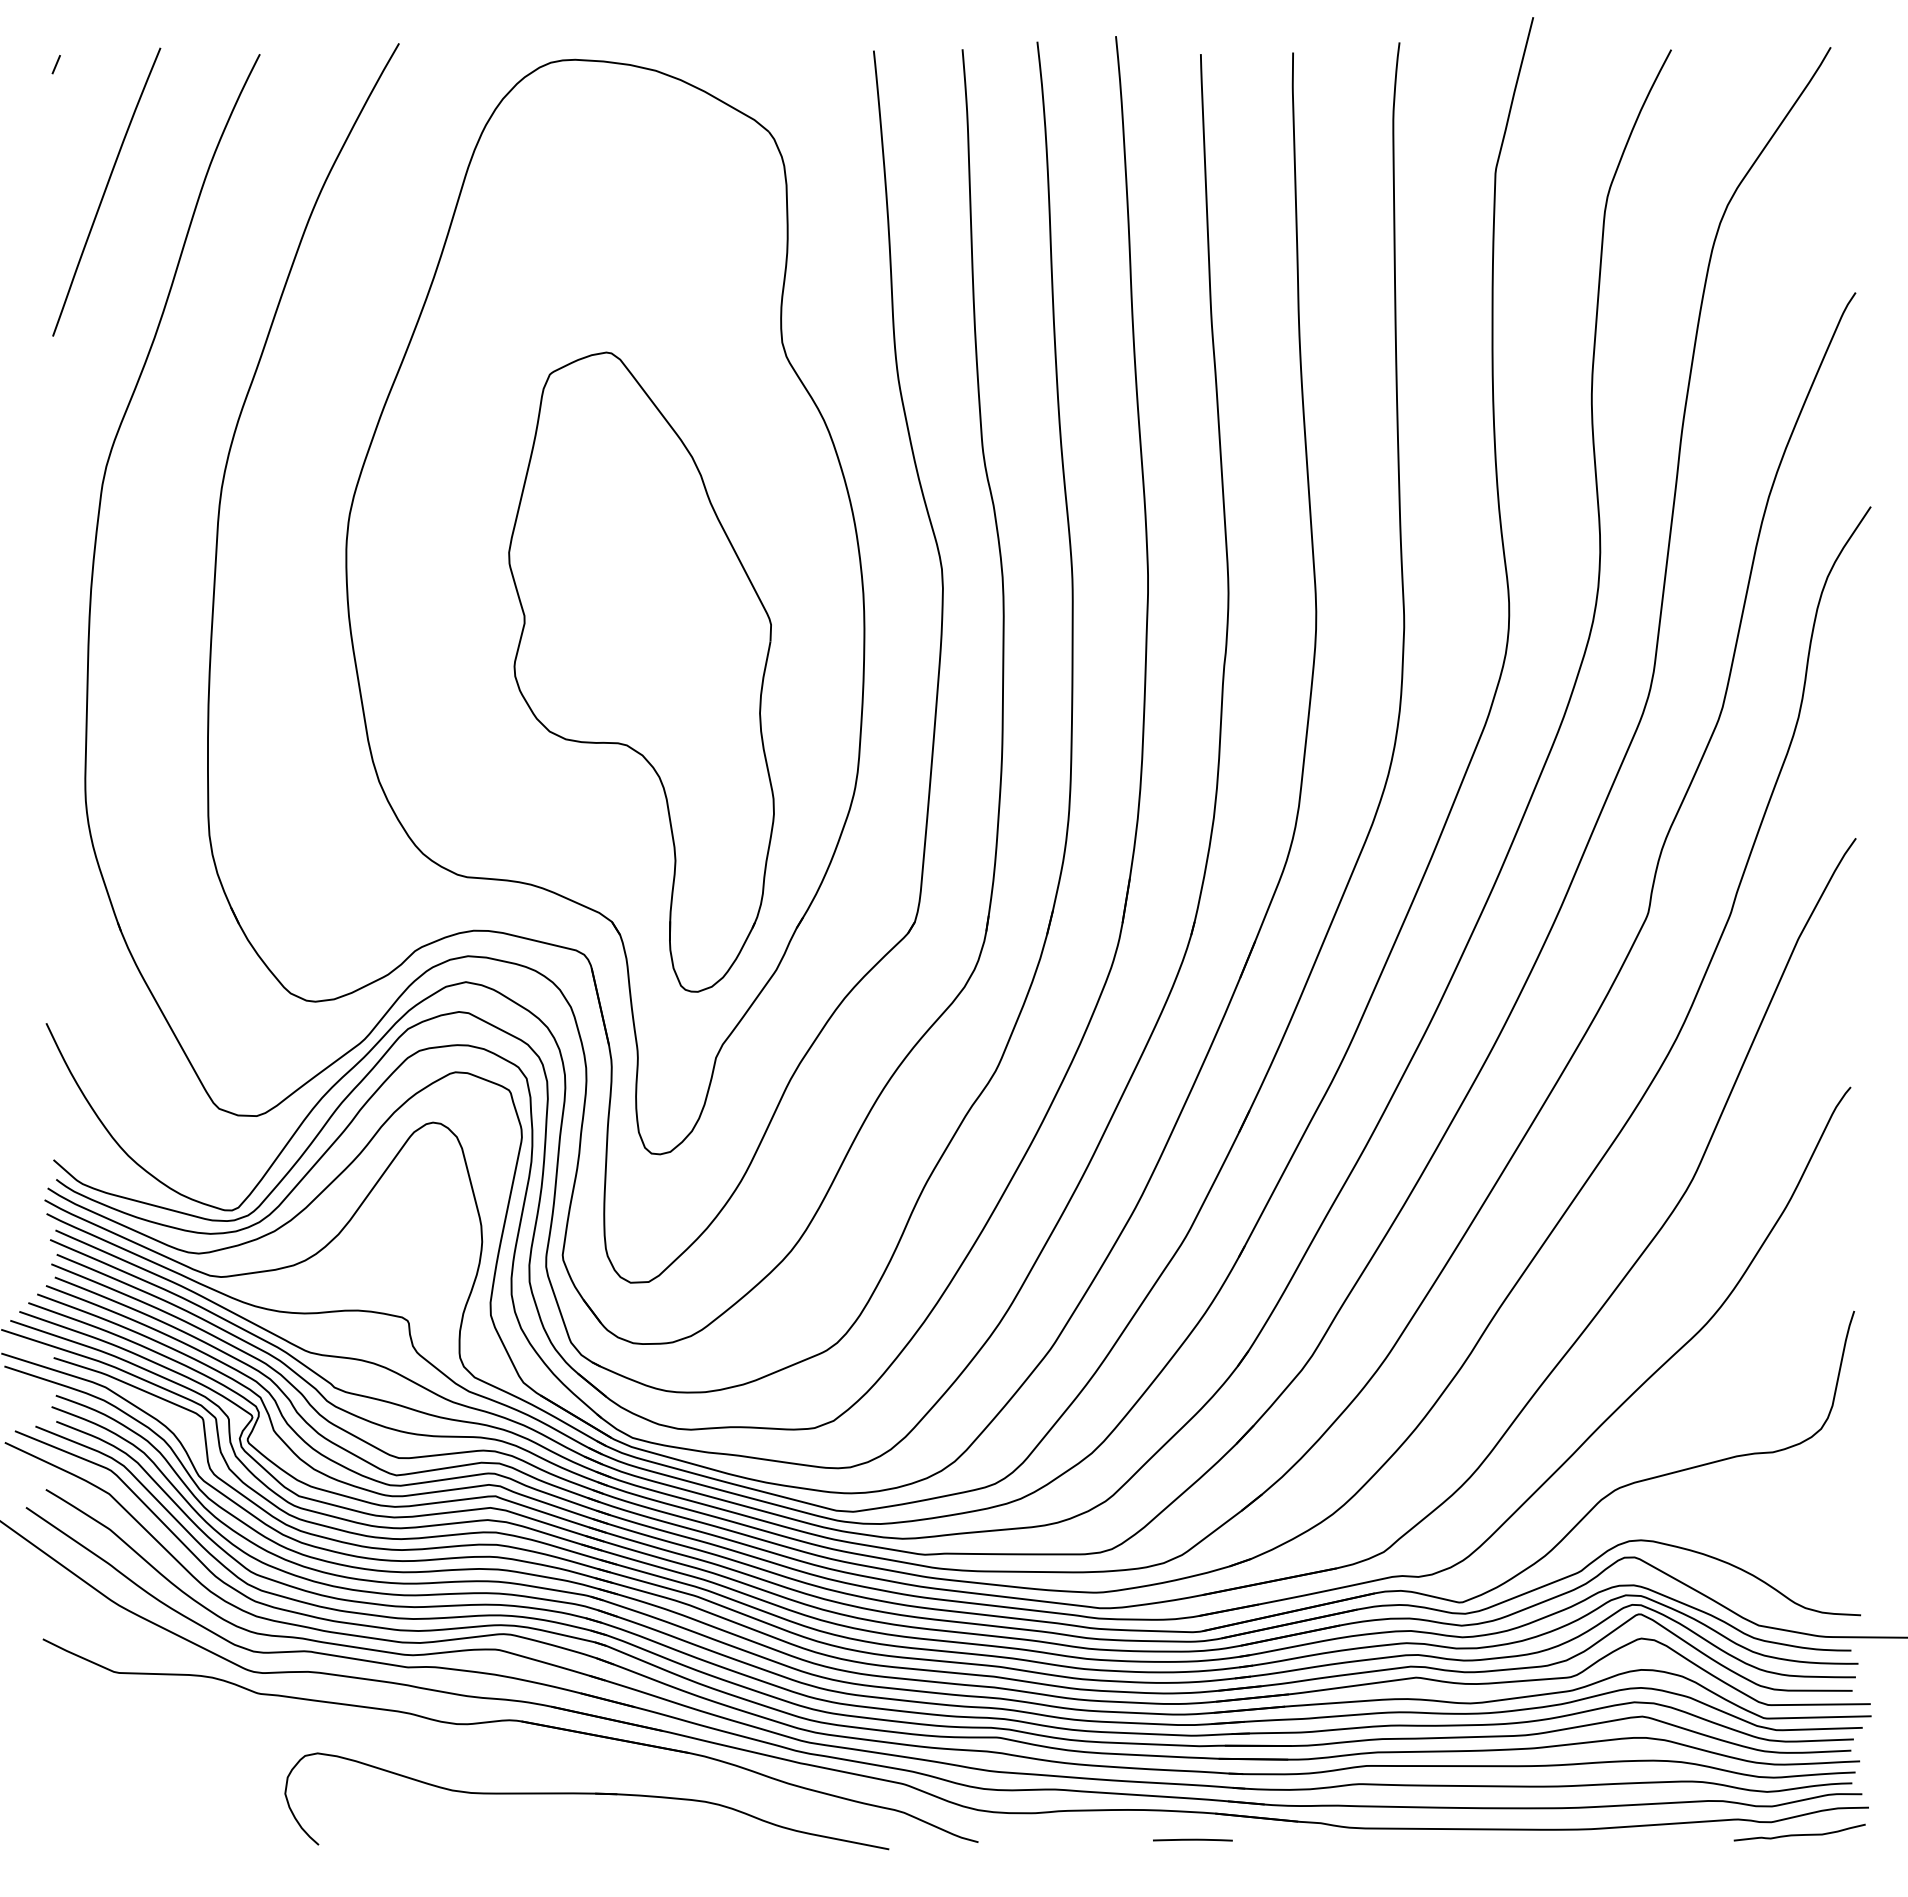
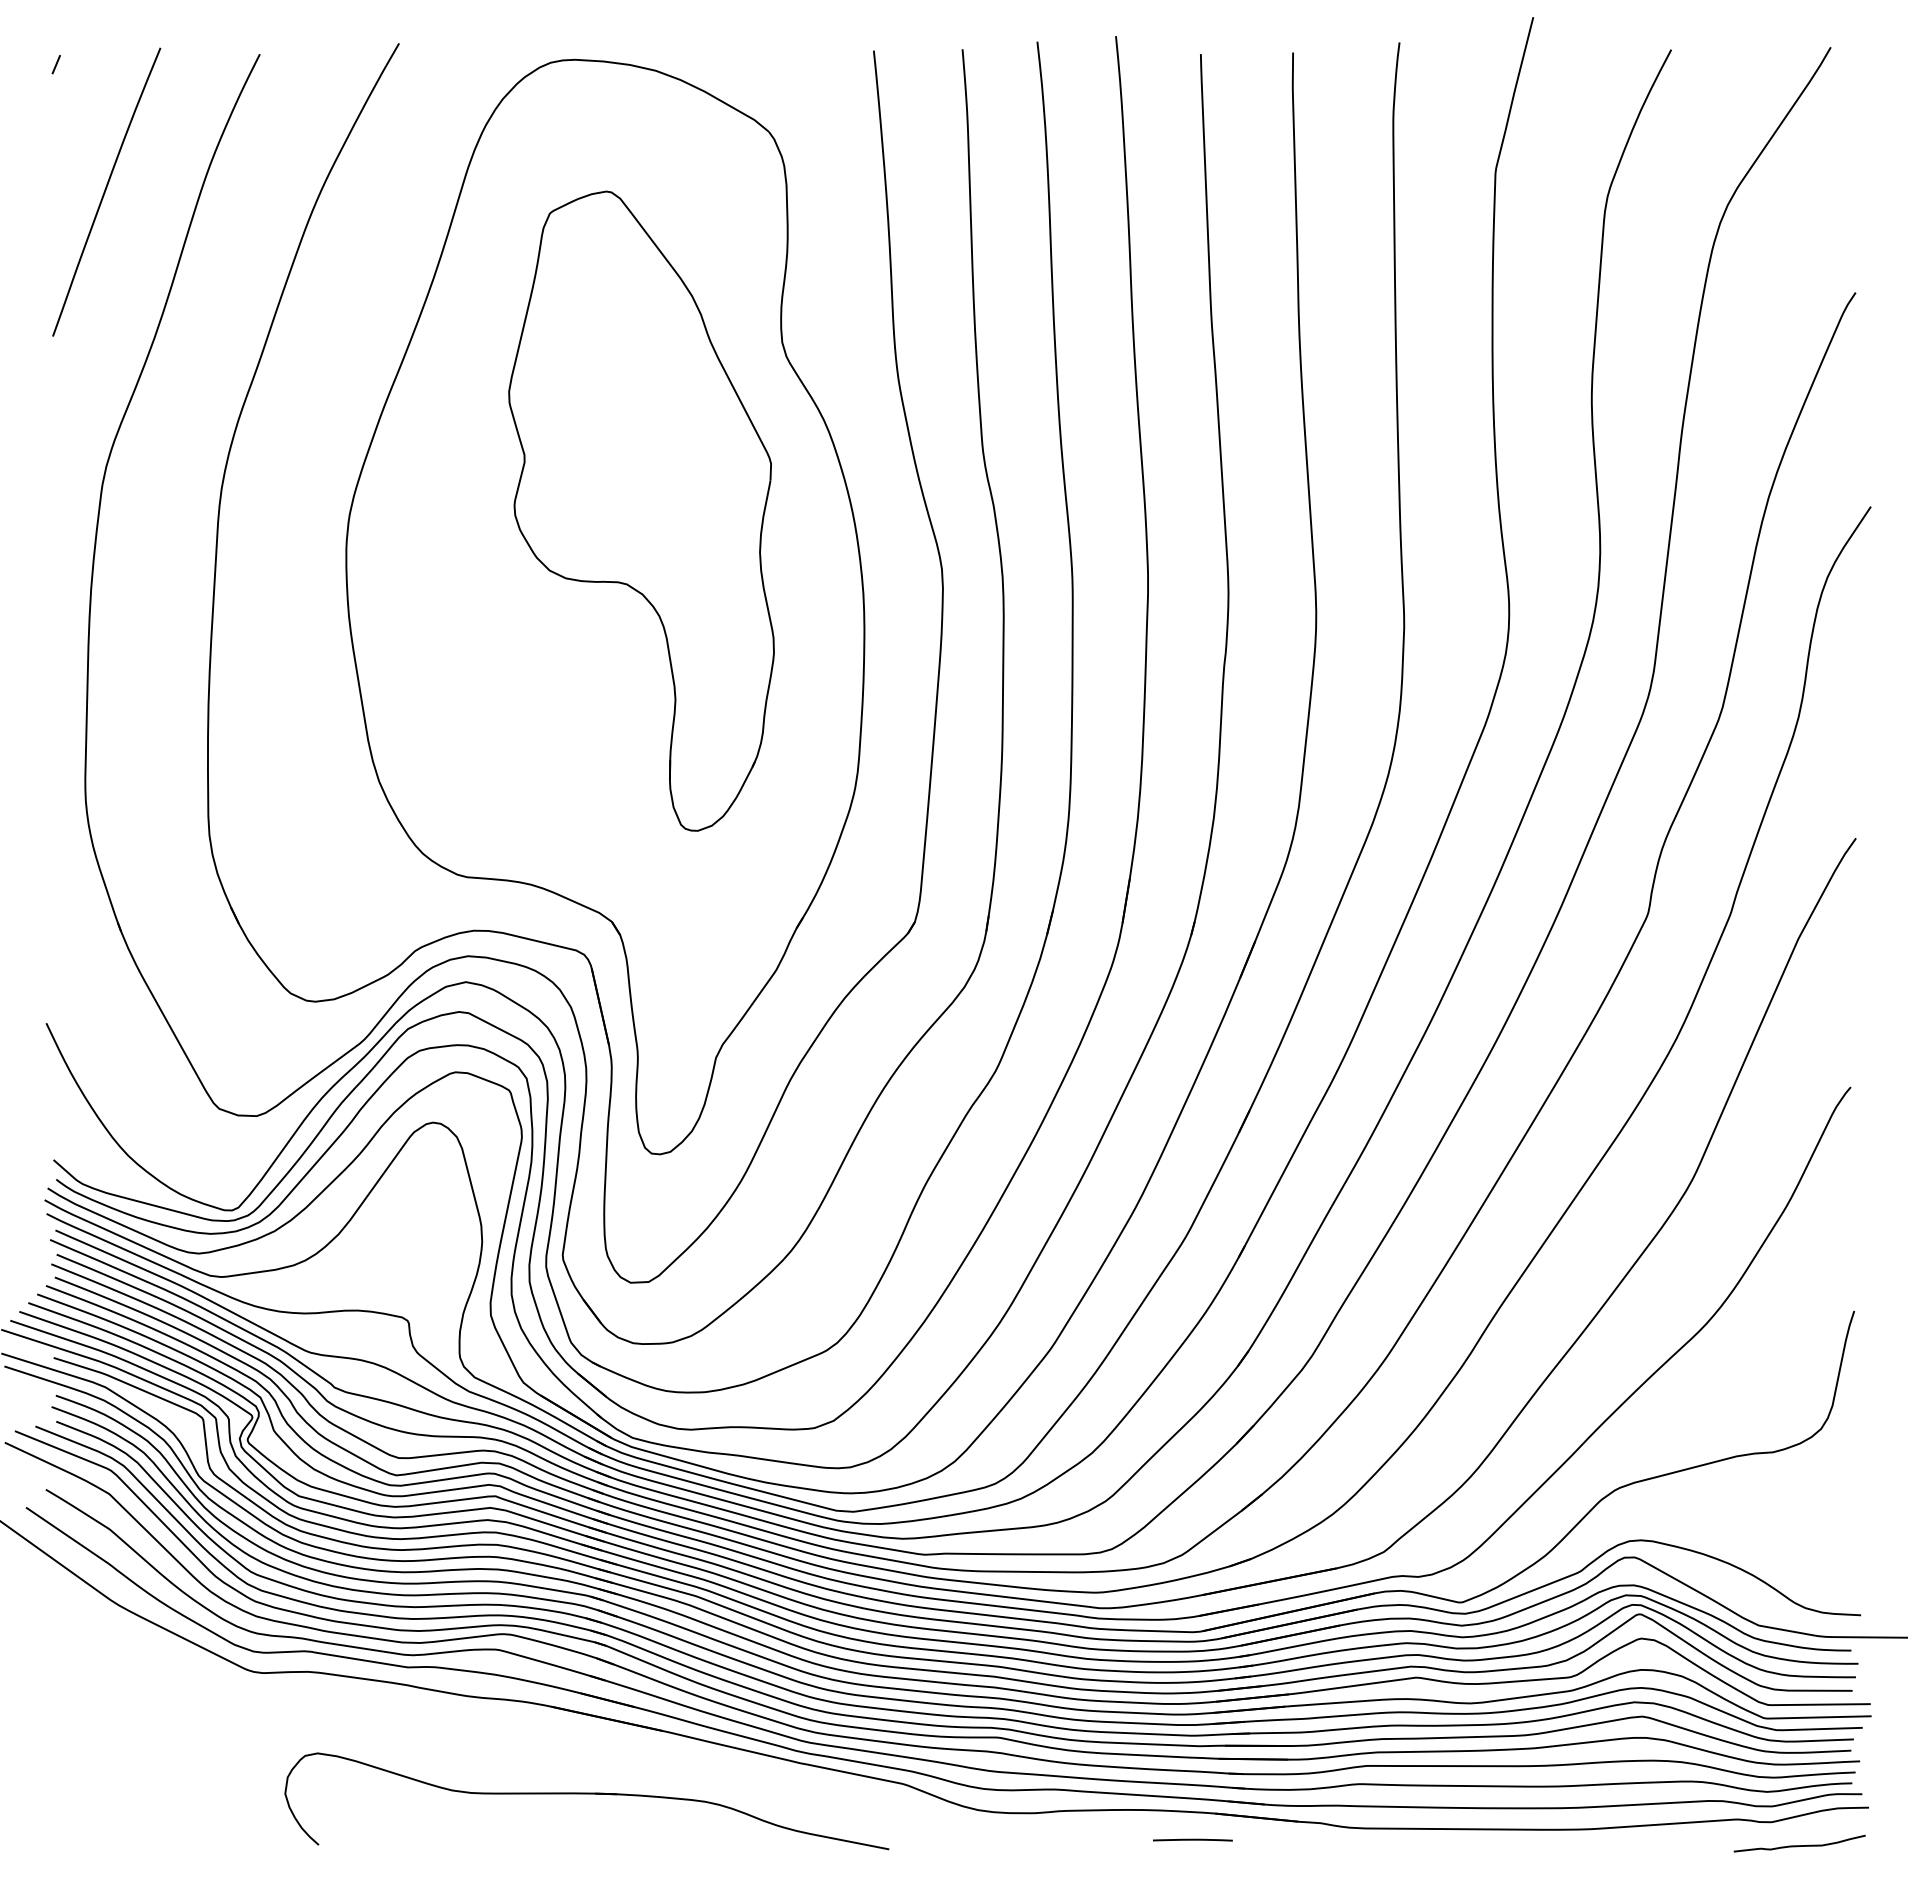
part at (641, 671) position: (641, 671) -> (641, 510)
part at (510, 1721): present -> none
curve at (1799, 1834) position: (1799, 1834) -> (1799, 1845)
